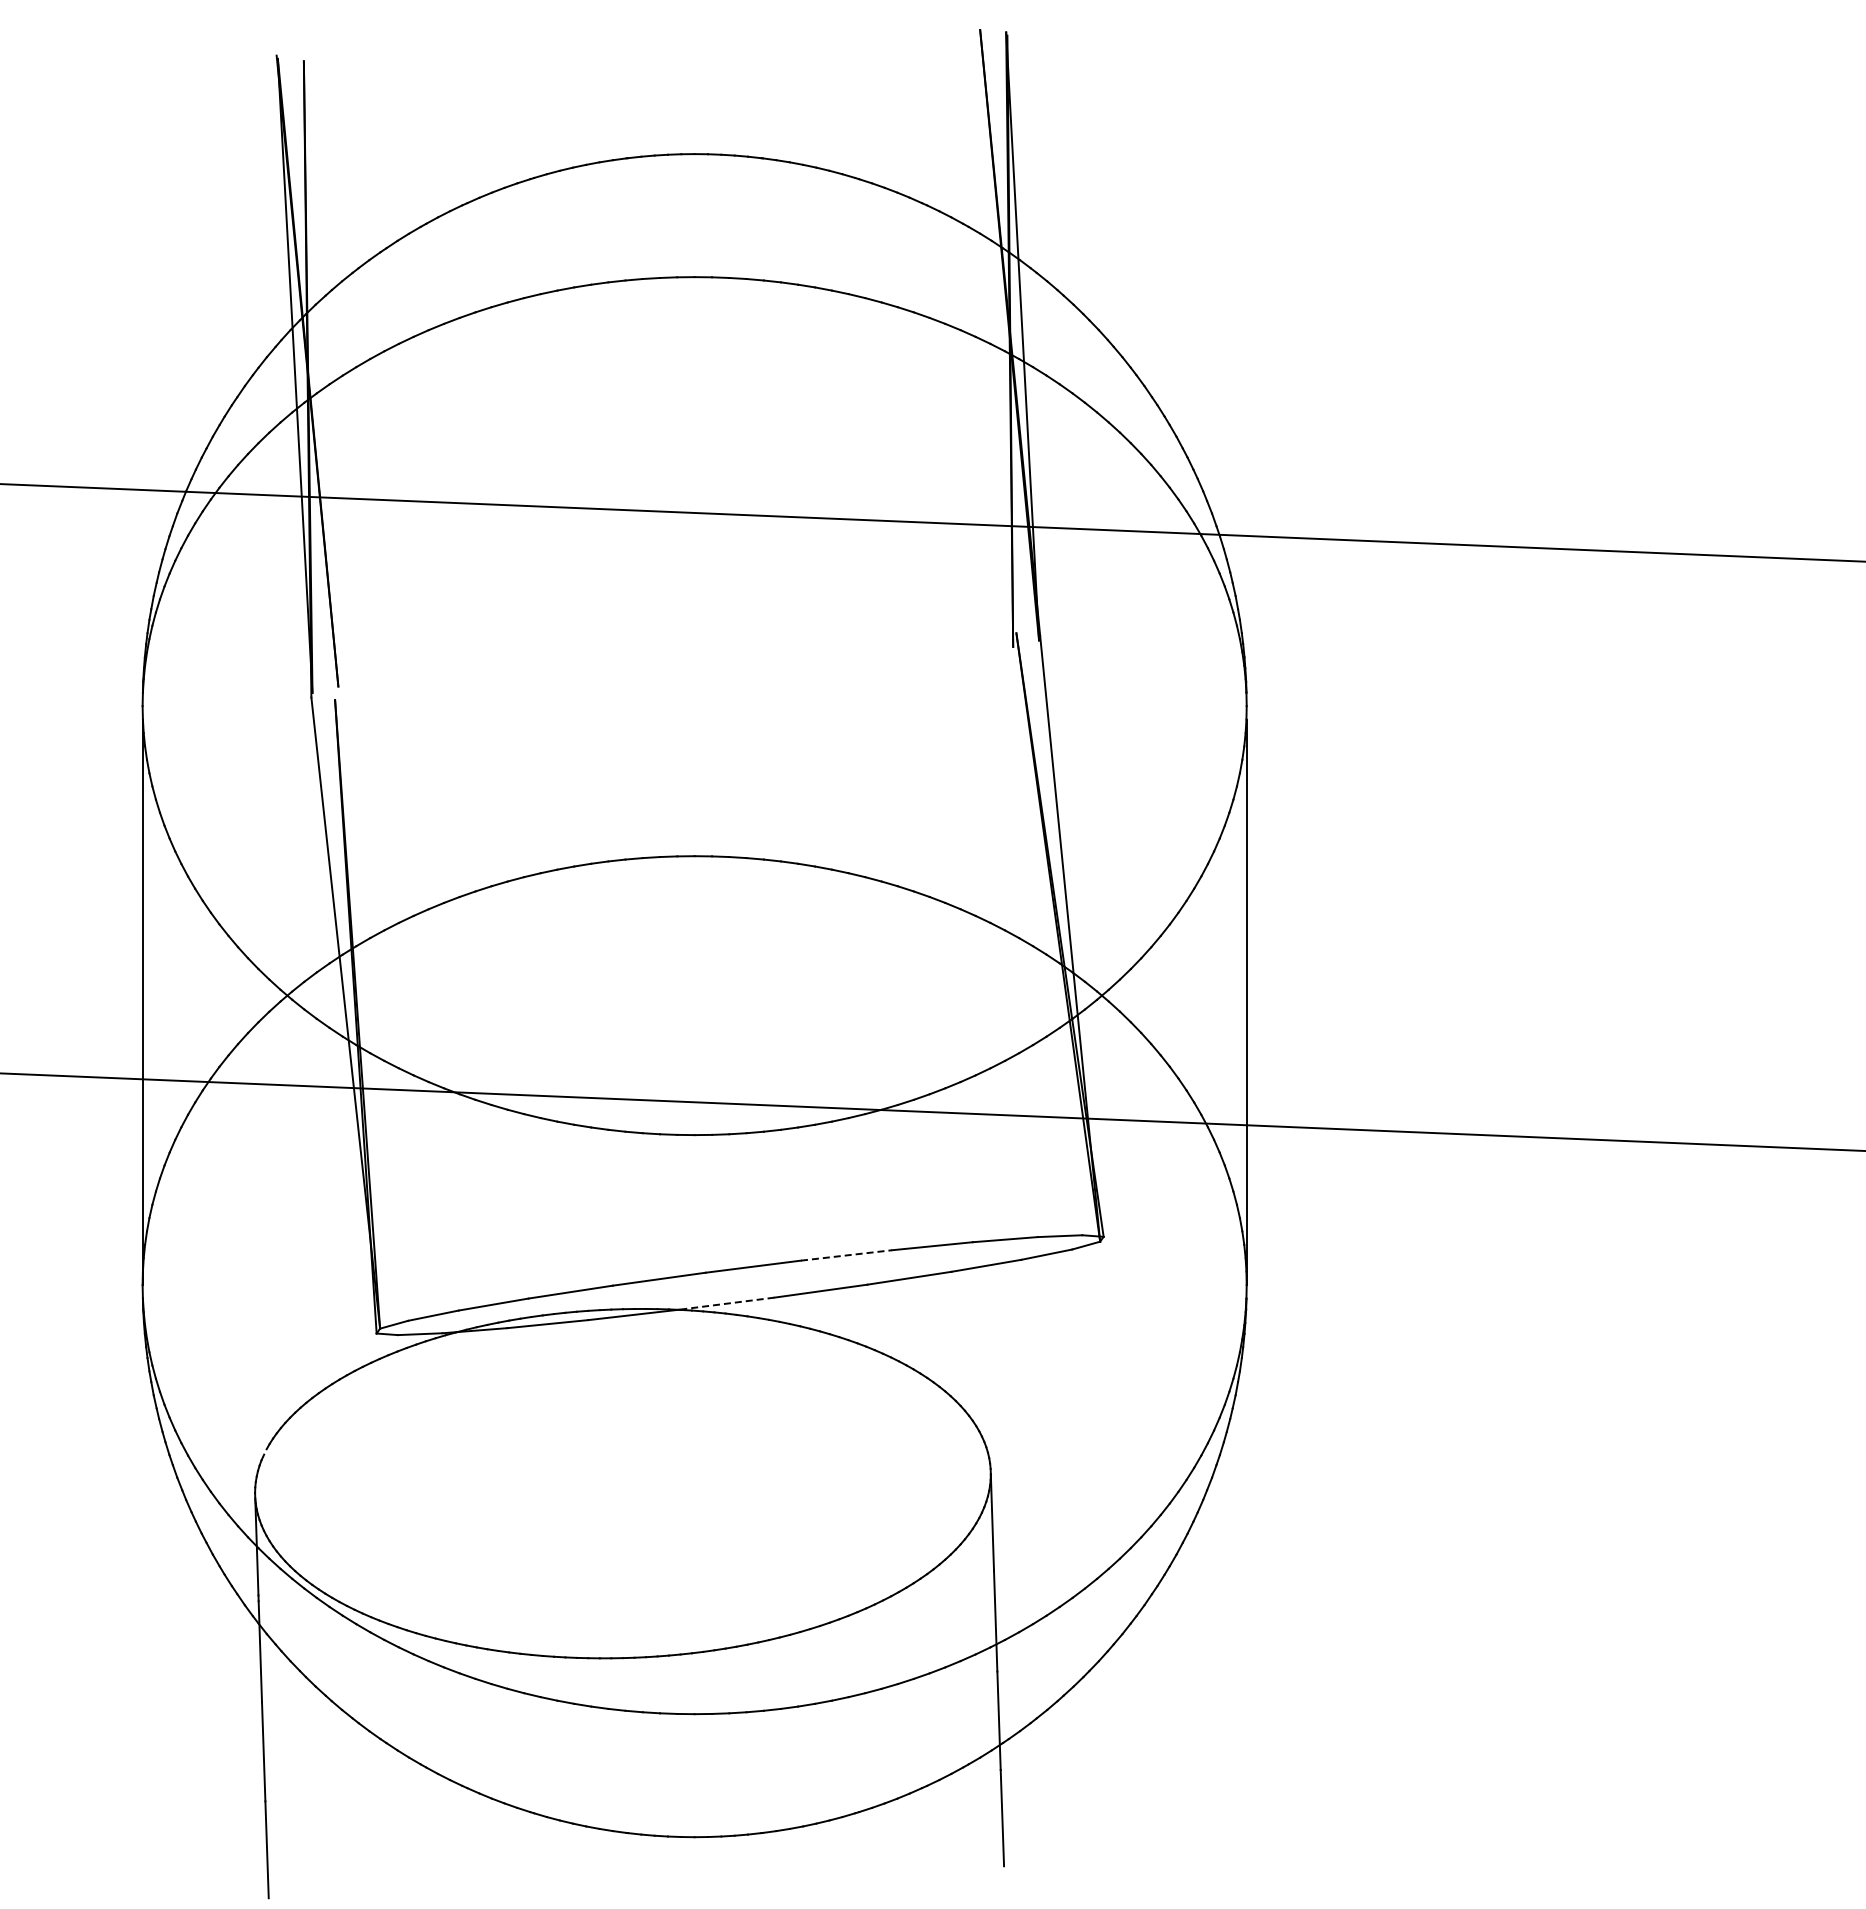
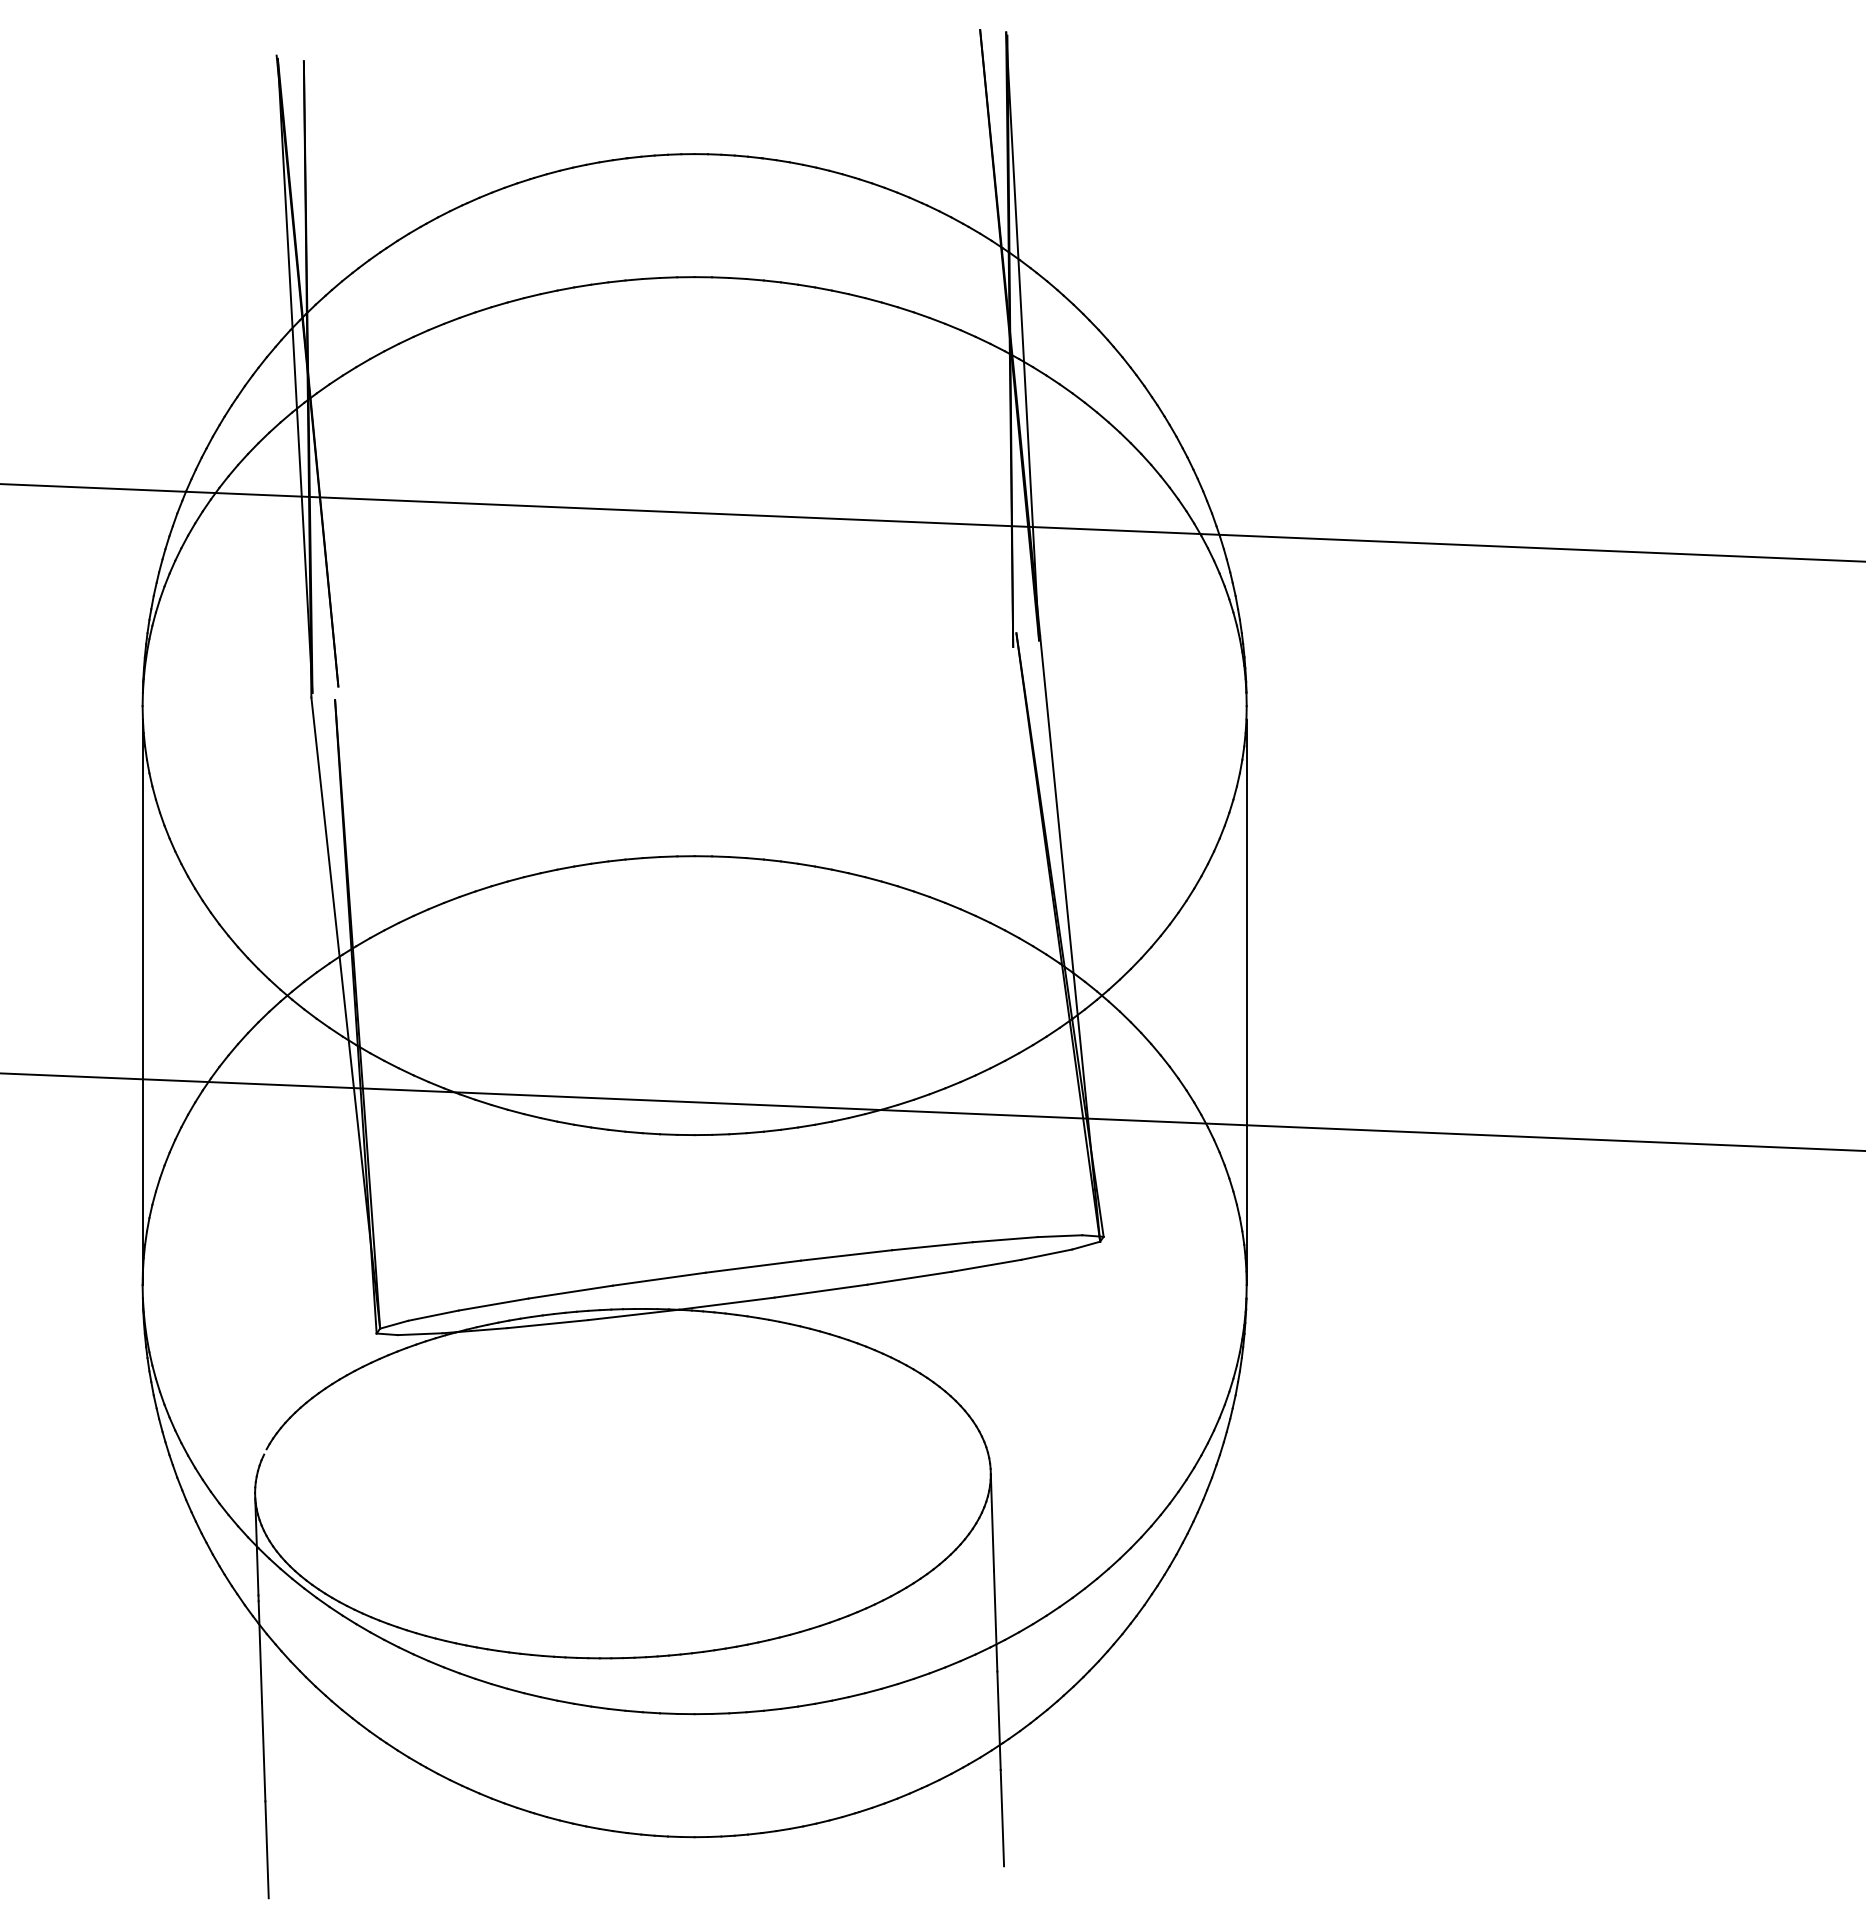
line at (846, 1255): dashed -> solid
line at (726, 1303): dashed -> solid
